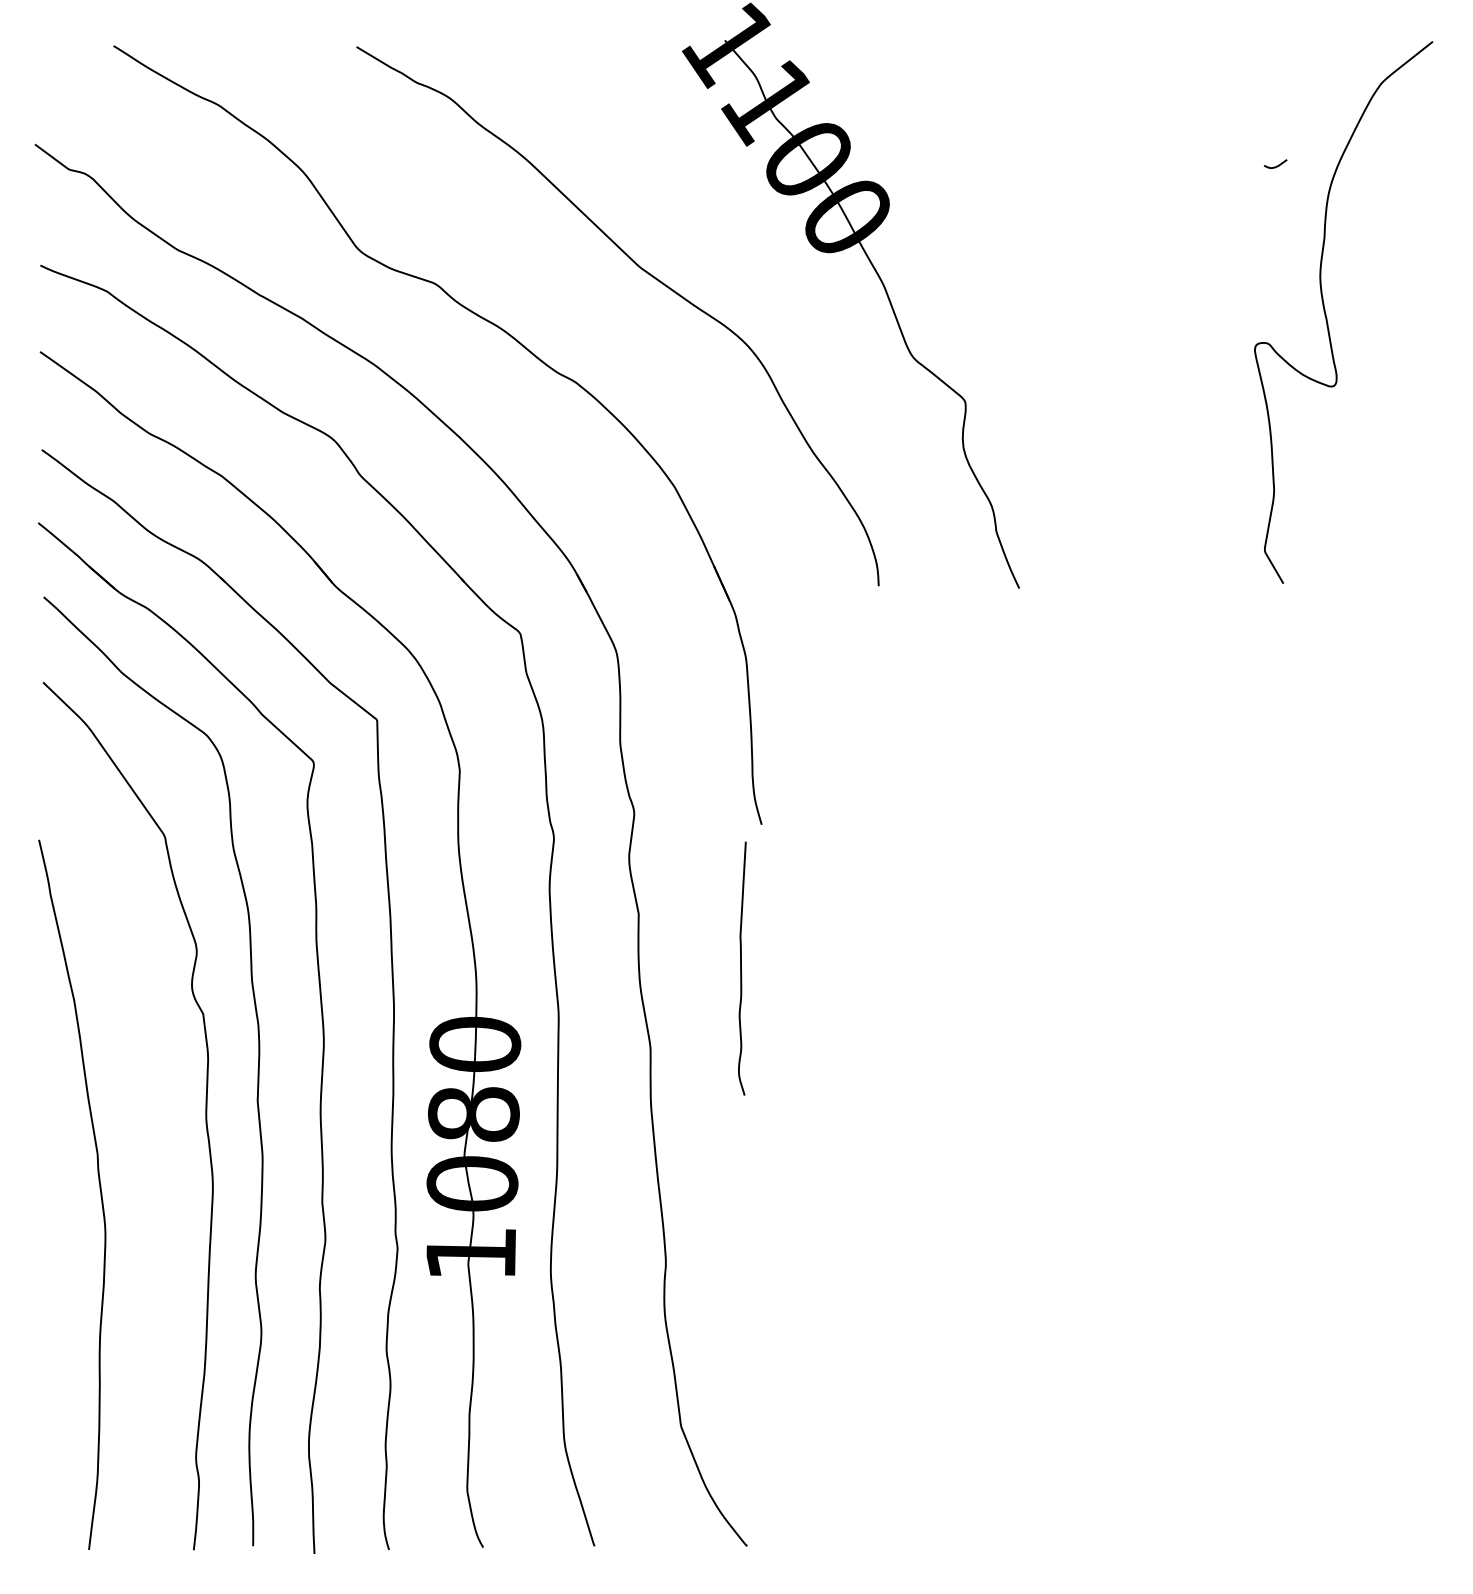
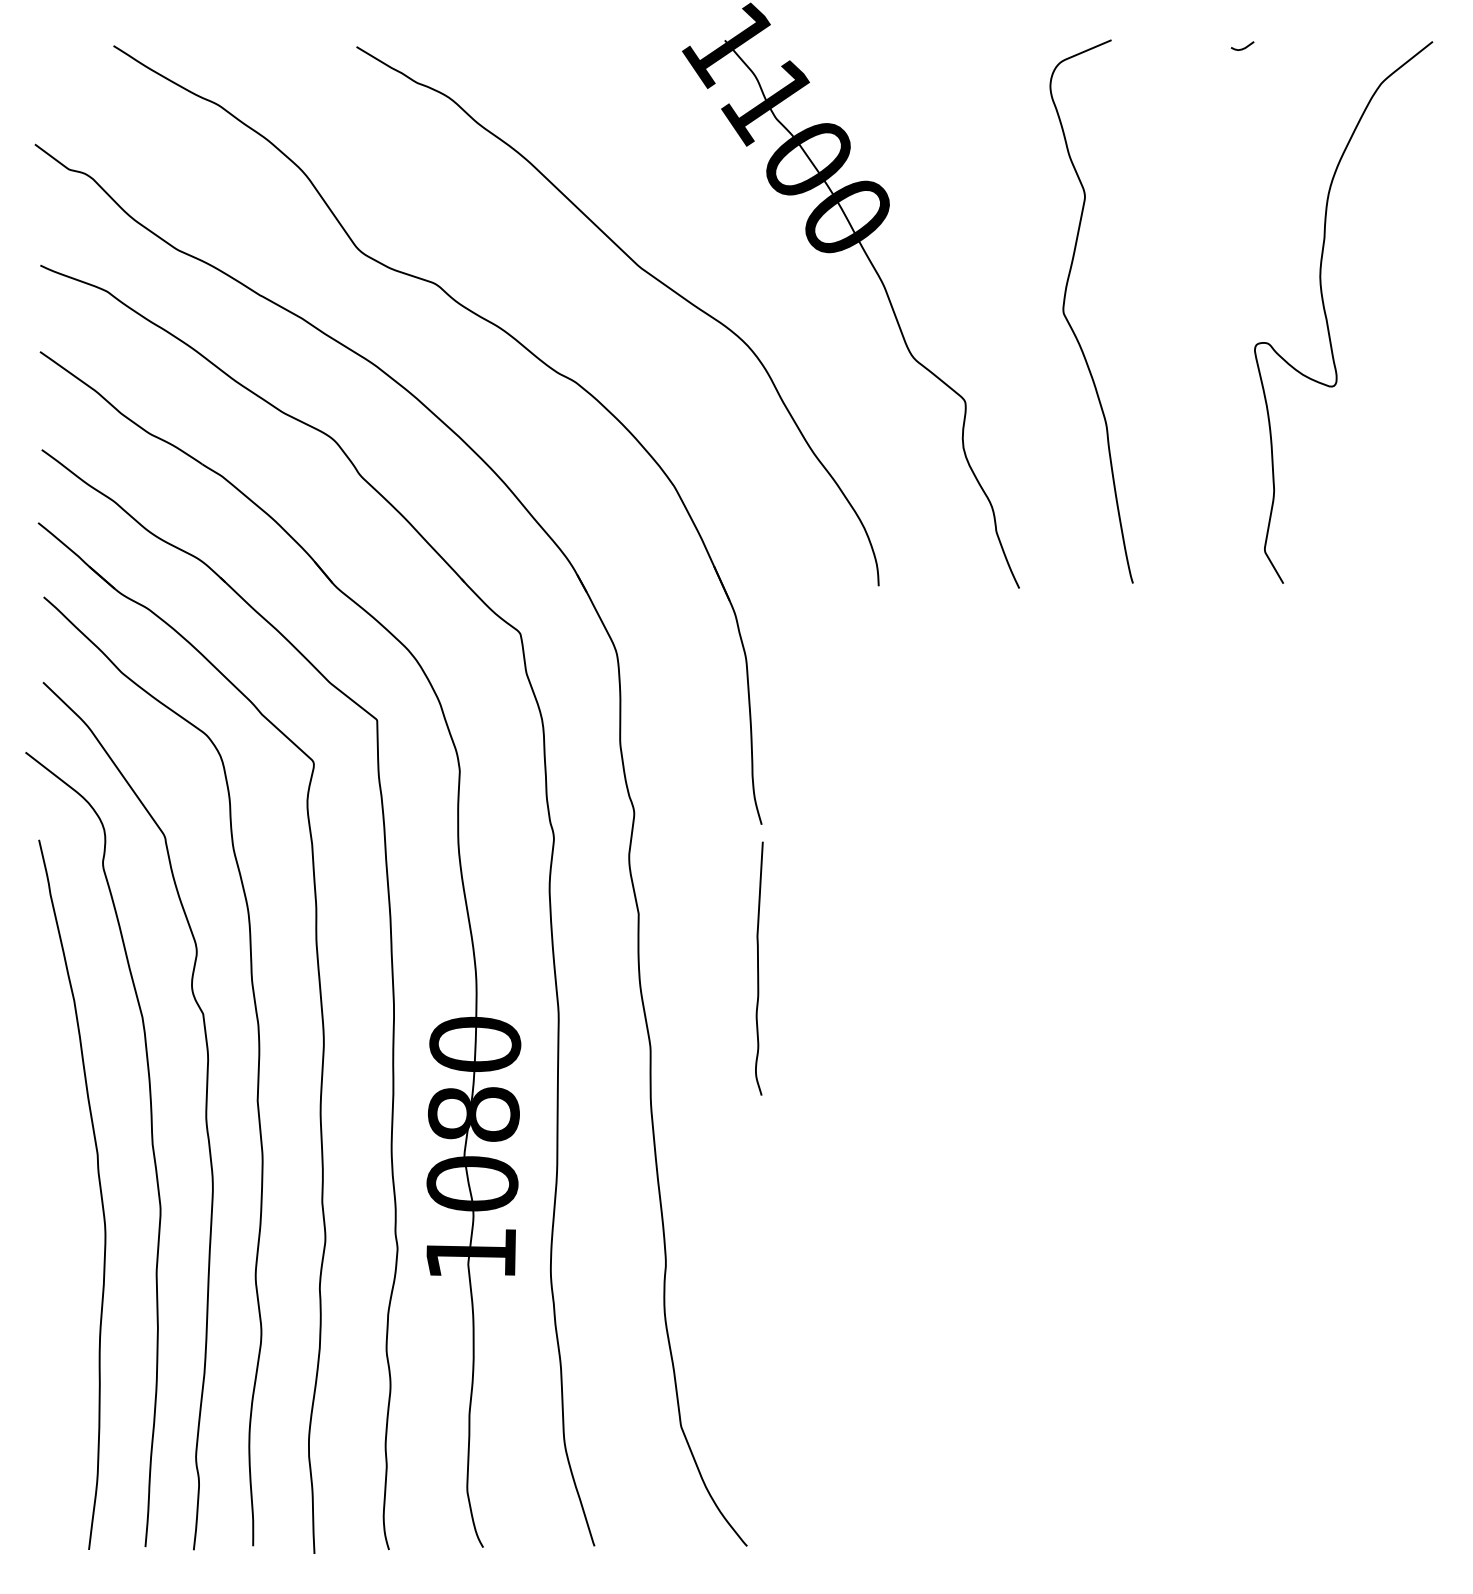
curve at (1276, 165) position: (1276, 165) -> (1243, 47)
curve at (1069, 322): none -> present
curve at (741, 968) position: (741, 968) -> (758, 968)
curve at (151, 1145): none -> present
